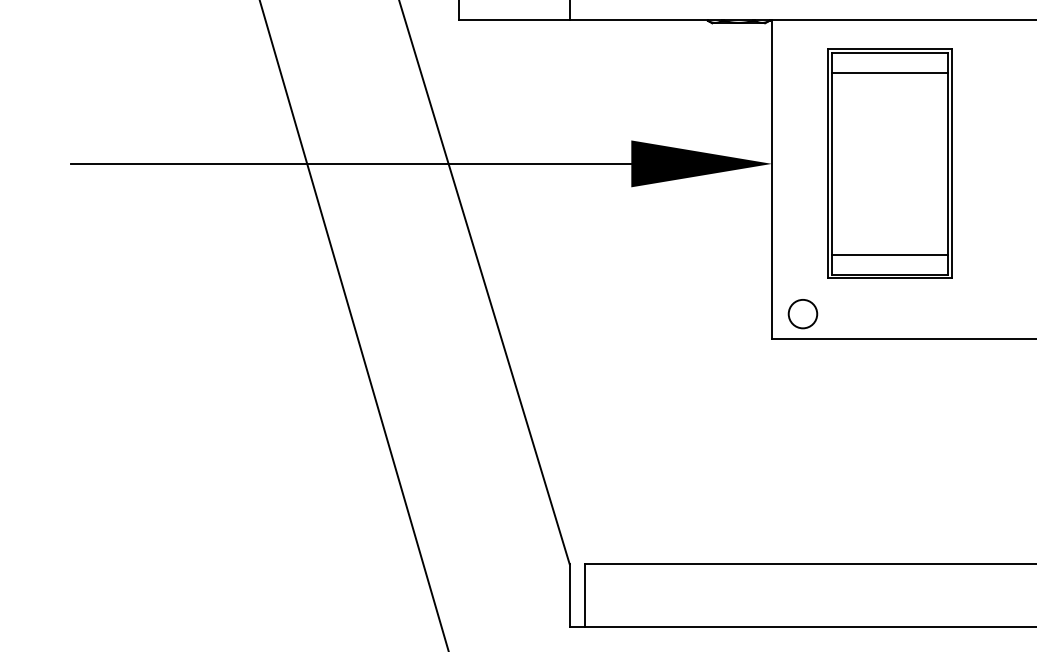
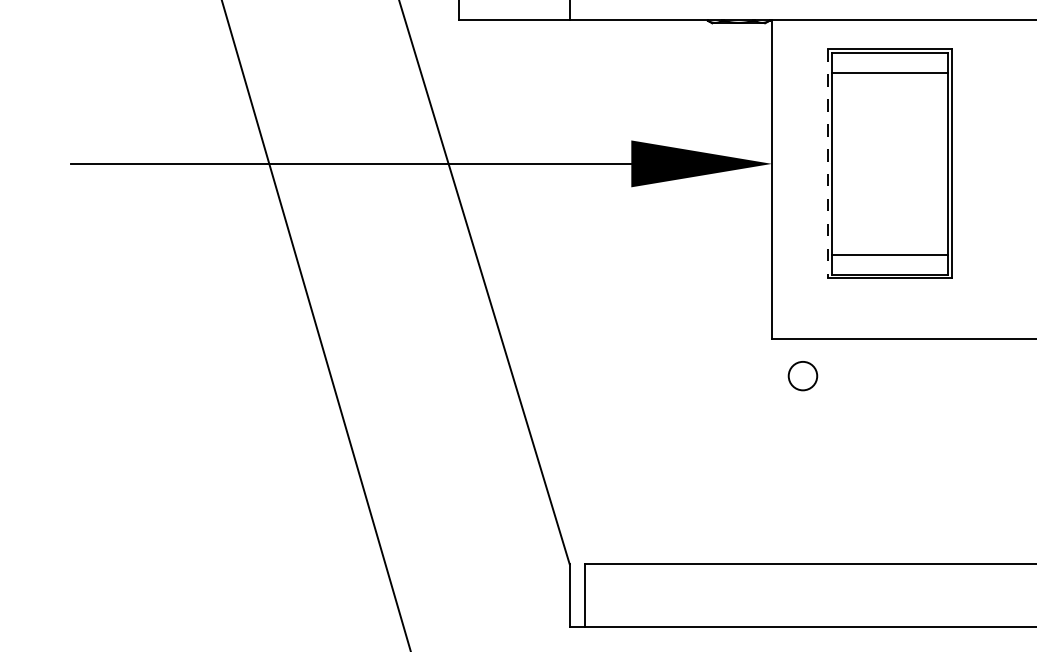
line at (827, 163): solid -> dashed
circle at (802, 314) position: (802, 314) -> (802, 376)
line at (353, 325) position: (353, 325) -> (315, 325)
